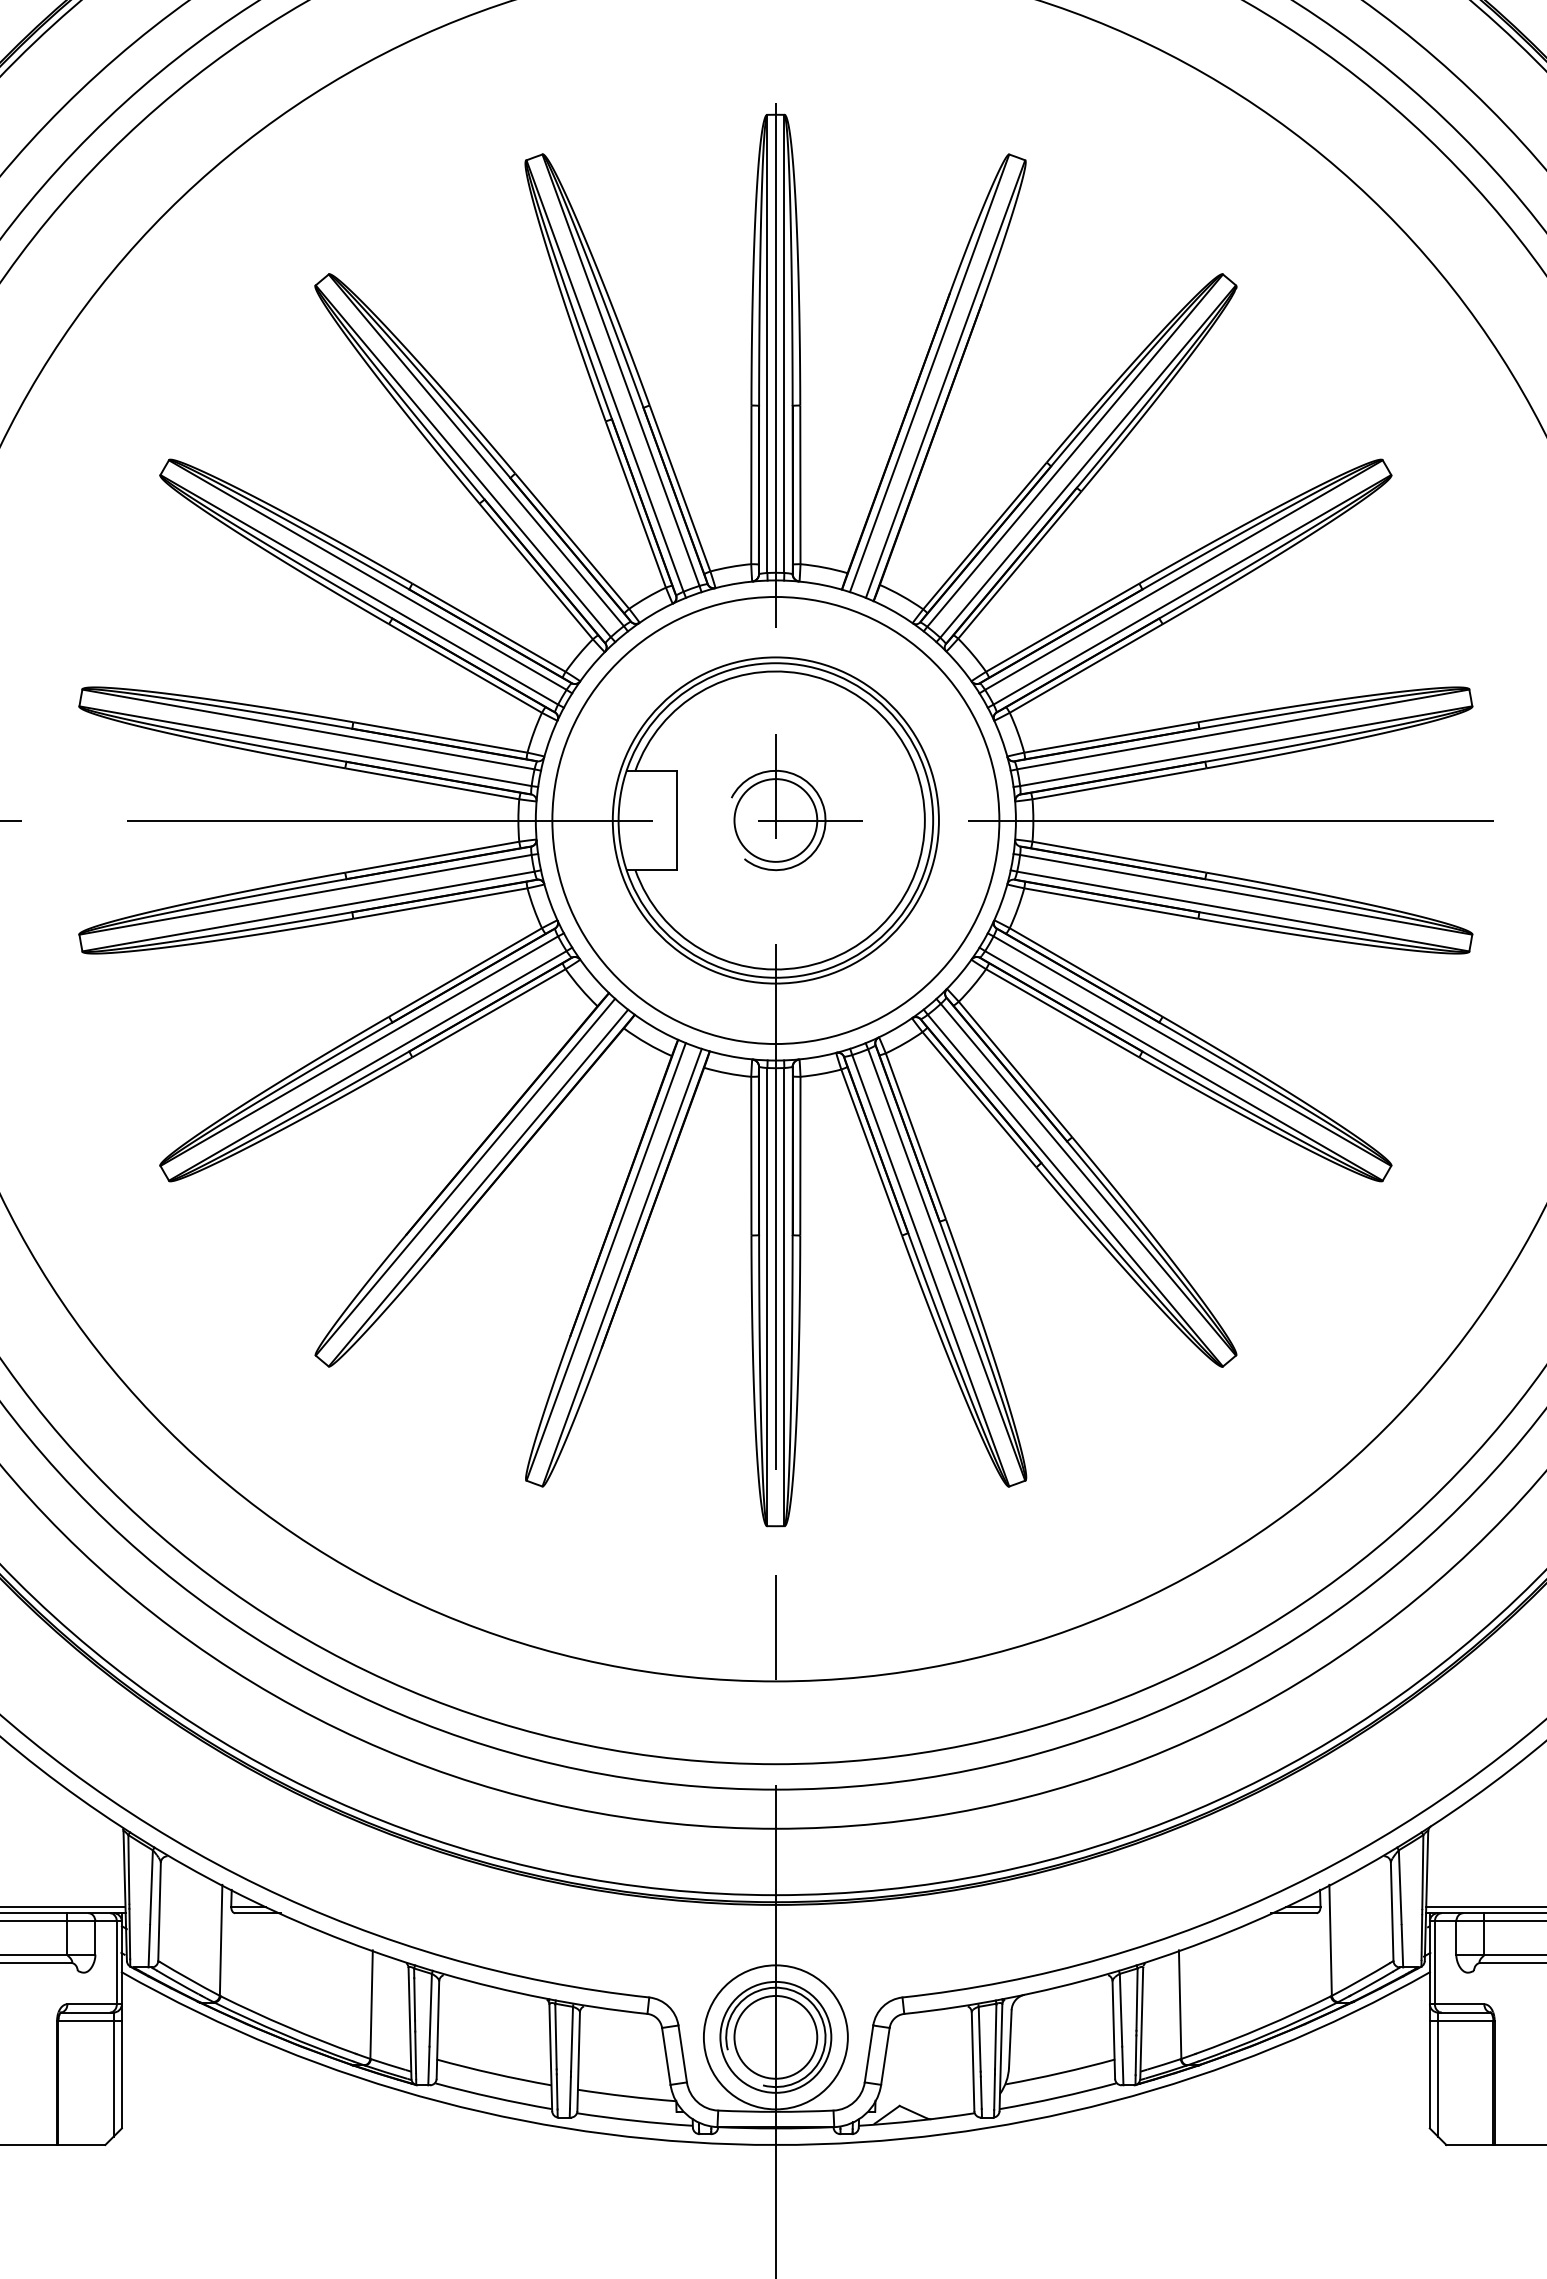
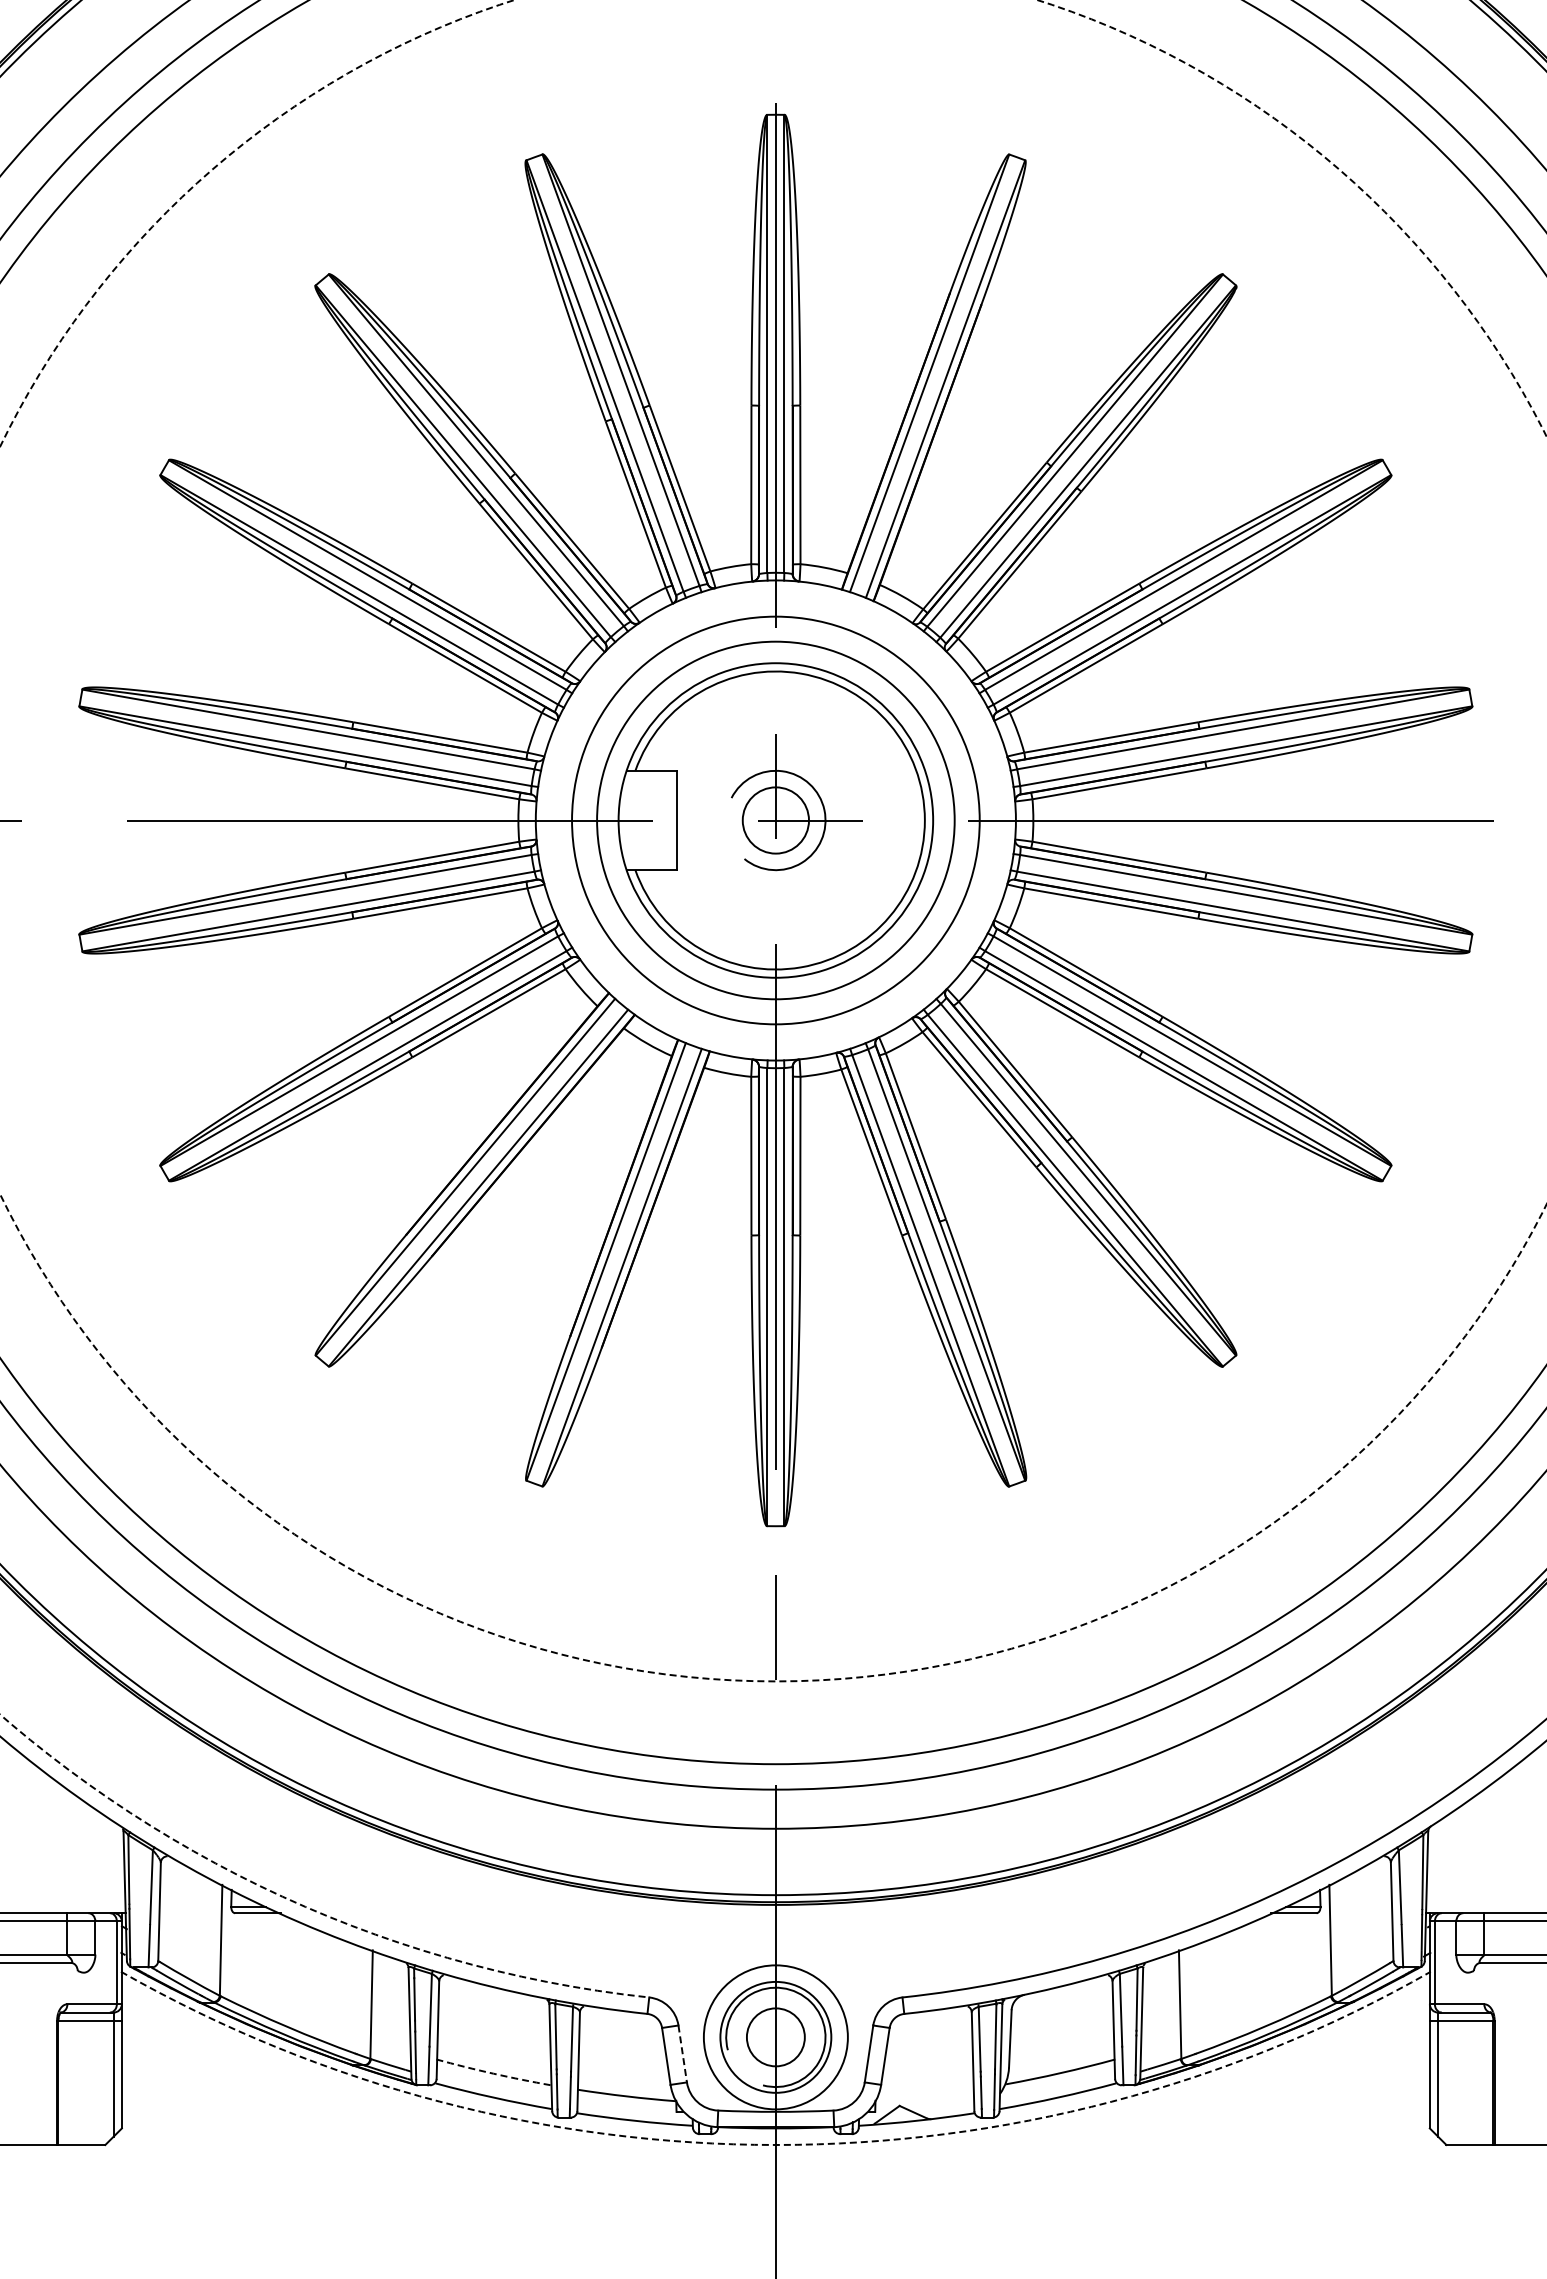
circle at (775, 820) diameter: 326 px -> 408 px
circle at (775, 820) diameter: 447 px -> 358 px
circle at (775, 820) diameter: 83 px -> 66 px
circle at (773, 840): solid -> dashed
line at (63, 1906): present -> none
arc at (305, 1906): solid -> dashed
line at (1484, 1906): present -> none
circle at (775, 2036) diameter: 83 px -> 58 px
line at (682, 2053): solid -> dashed
arc at (493, 2073): solid -> dashed
arc at (775, 2144): solid -> dashed
